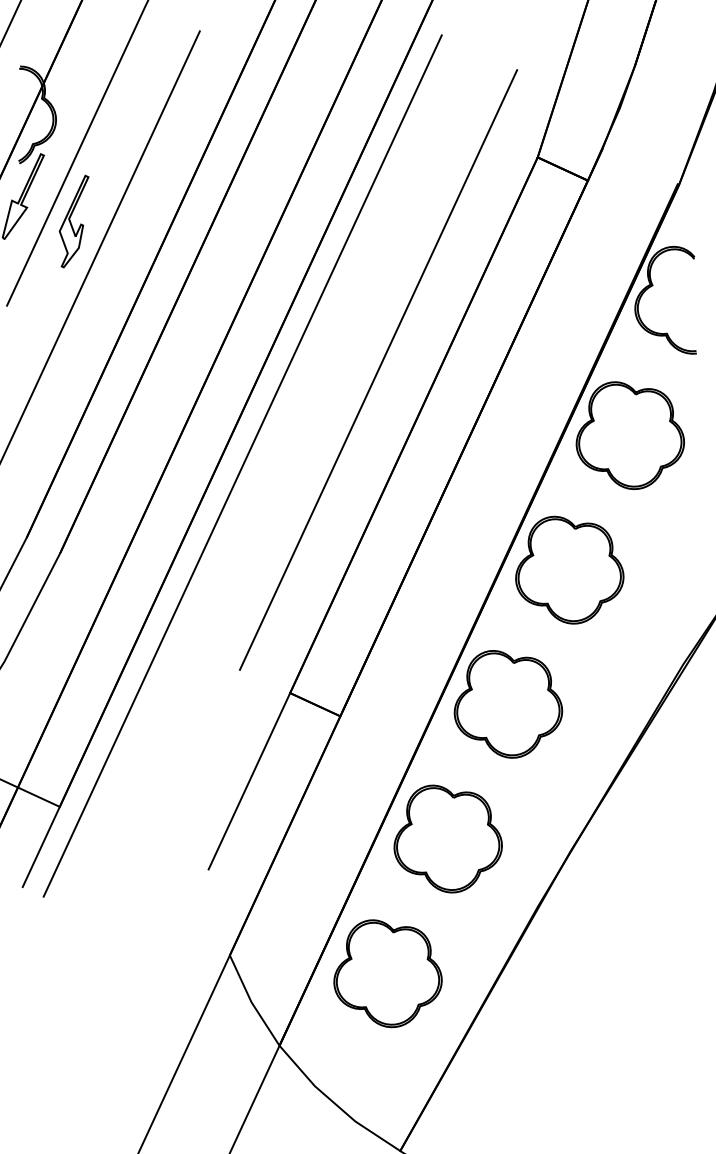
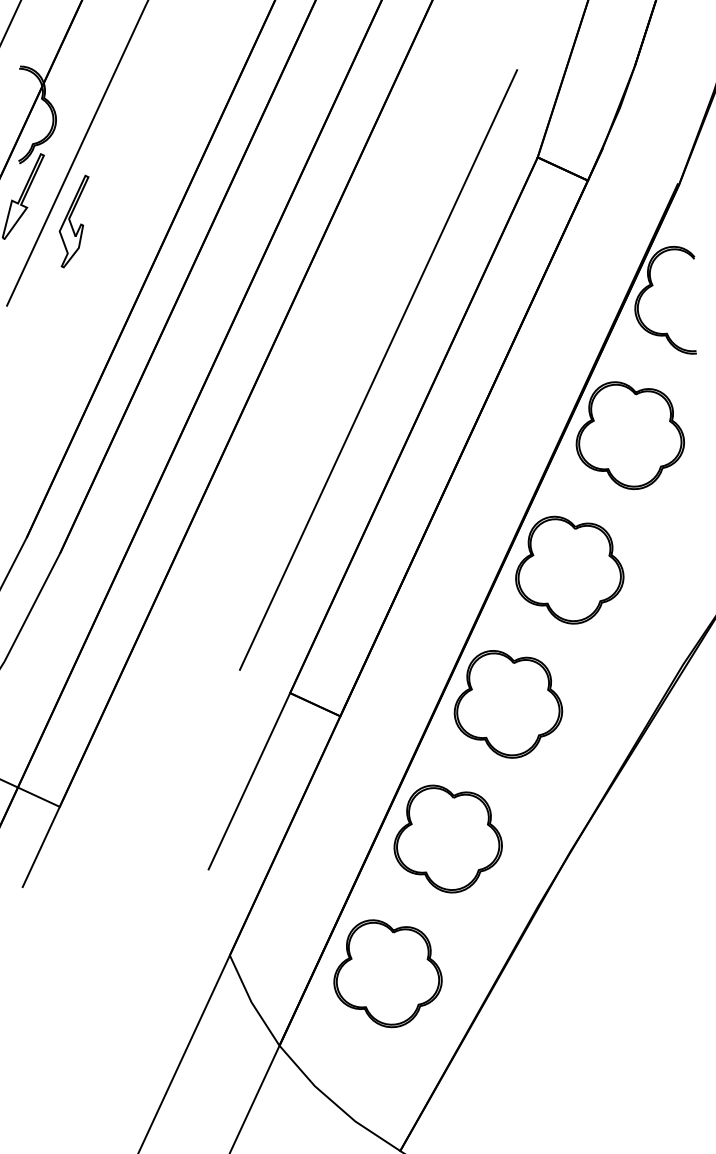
line at (100, 245): present -> none
line at (242, 465): present -> none
